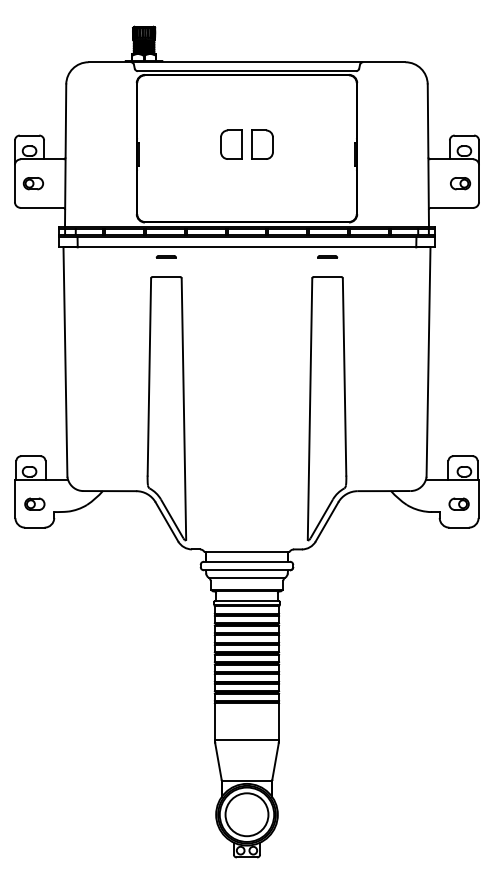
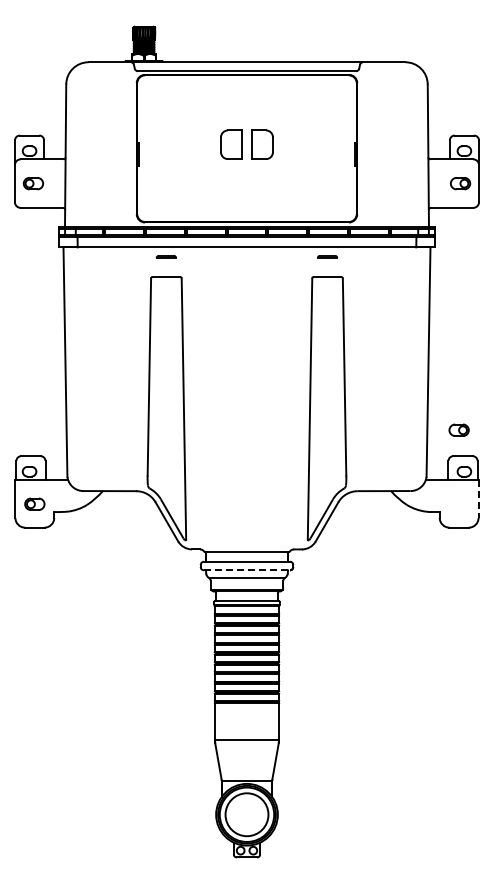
line at (478, 498): solid -> dashed
part at (458, 503) position: (458, 503) -> (458, 429)
line at (247, 570): solid -> dashed
